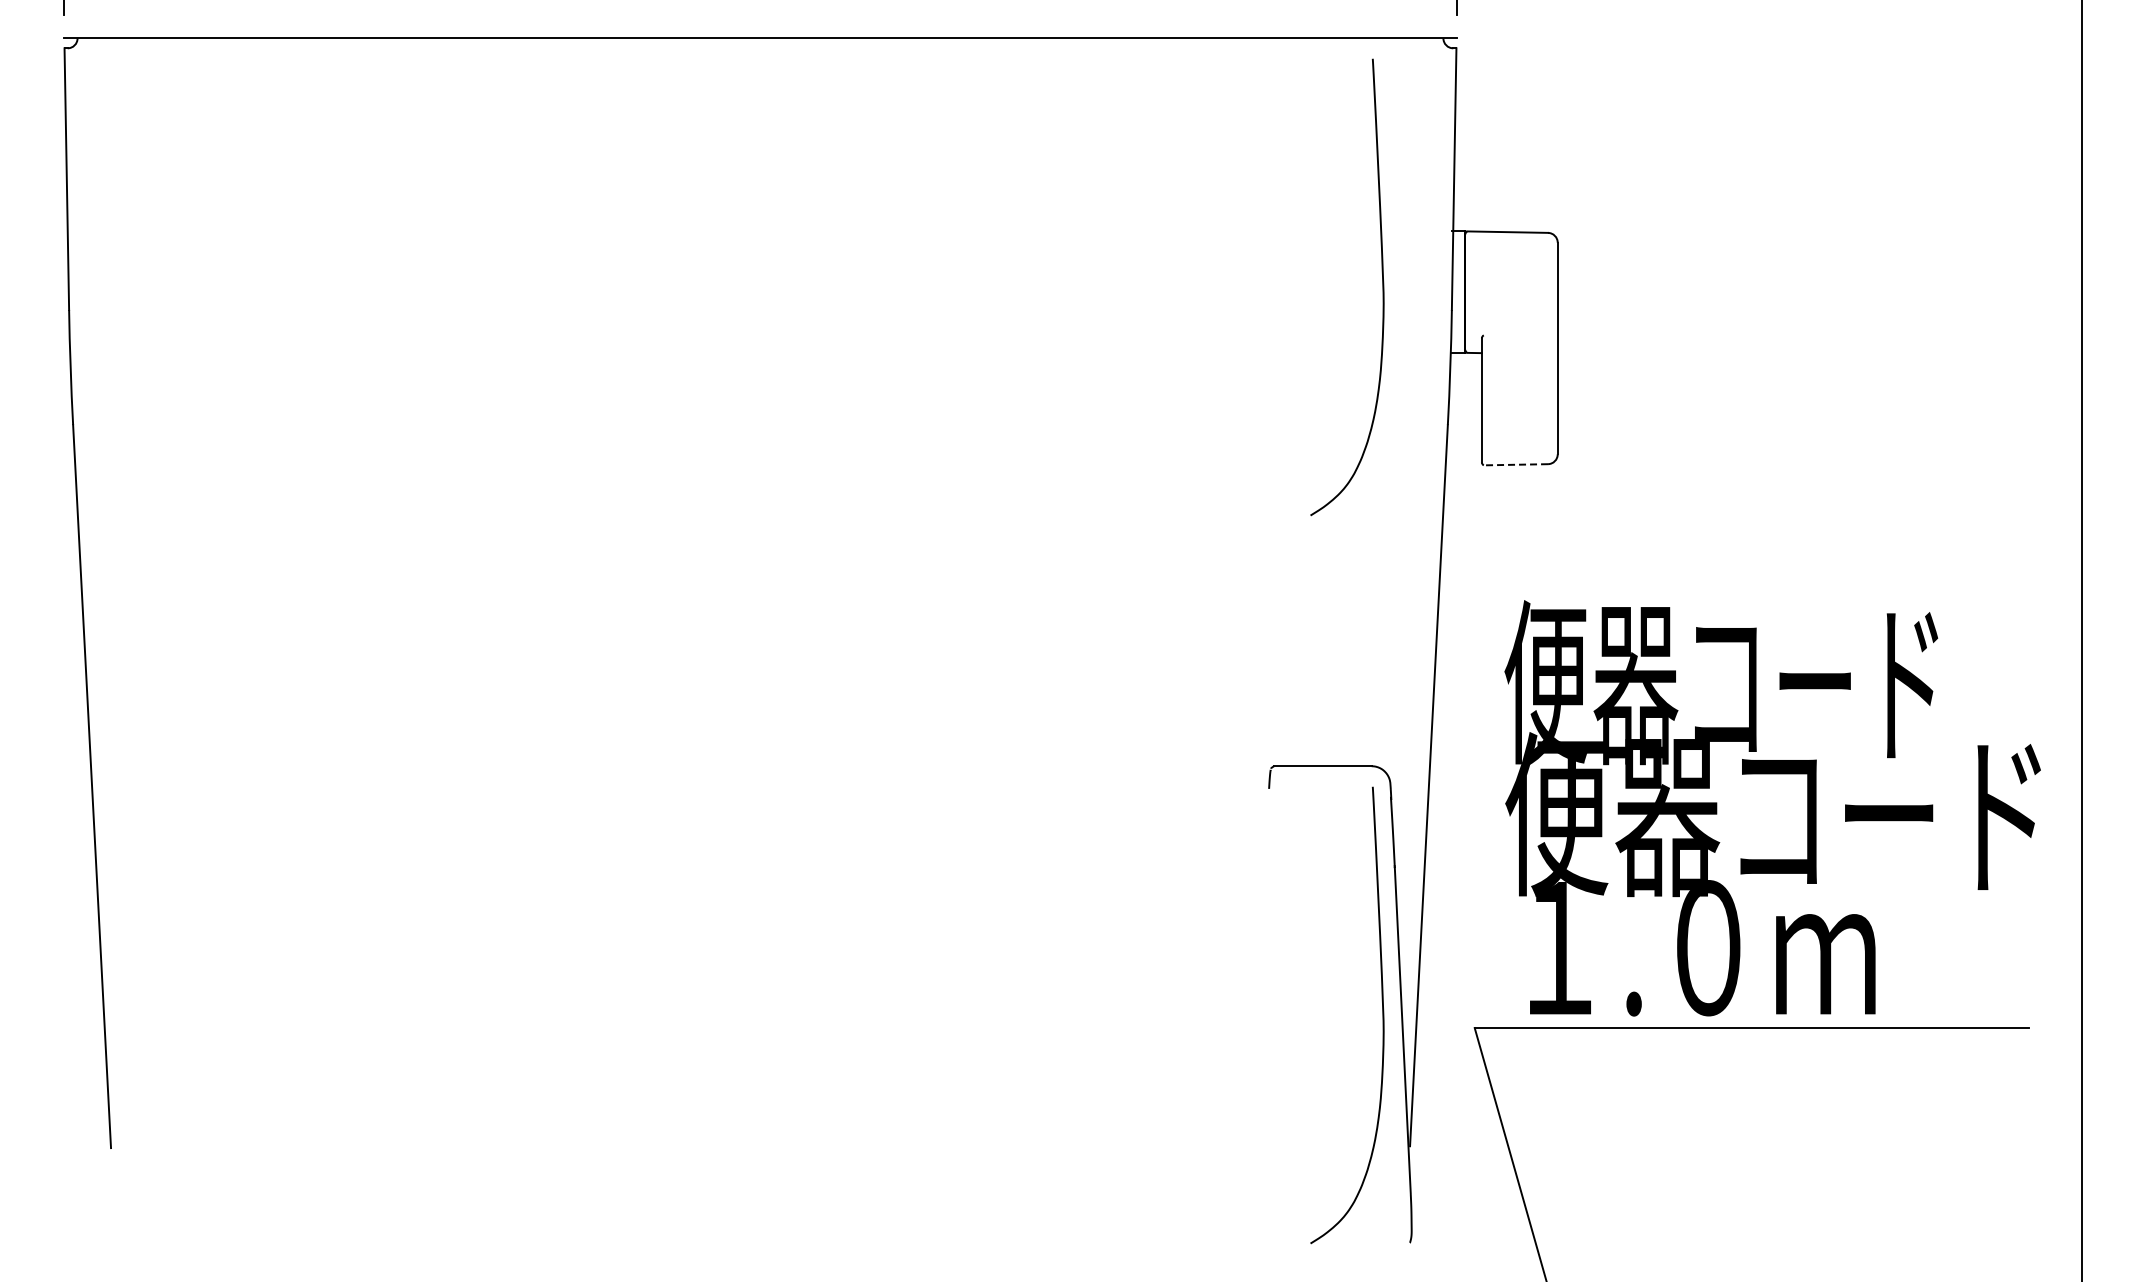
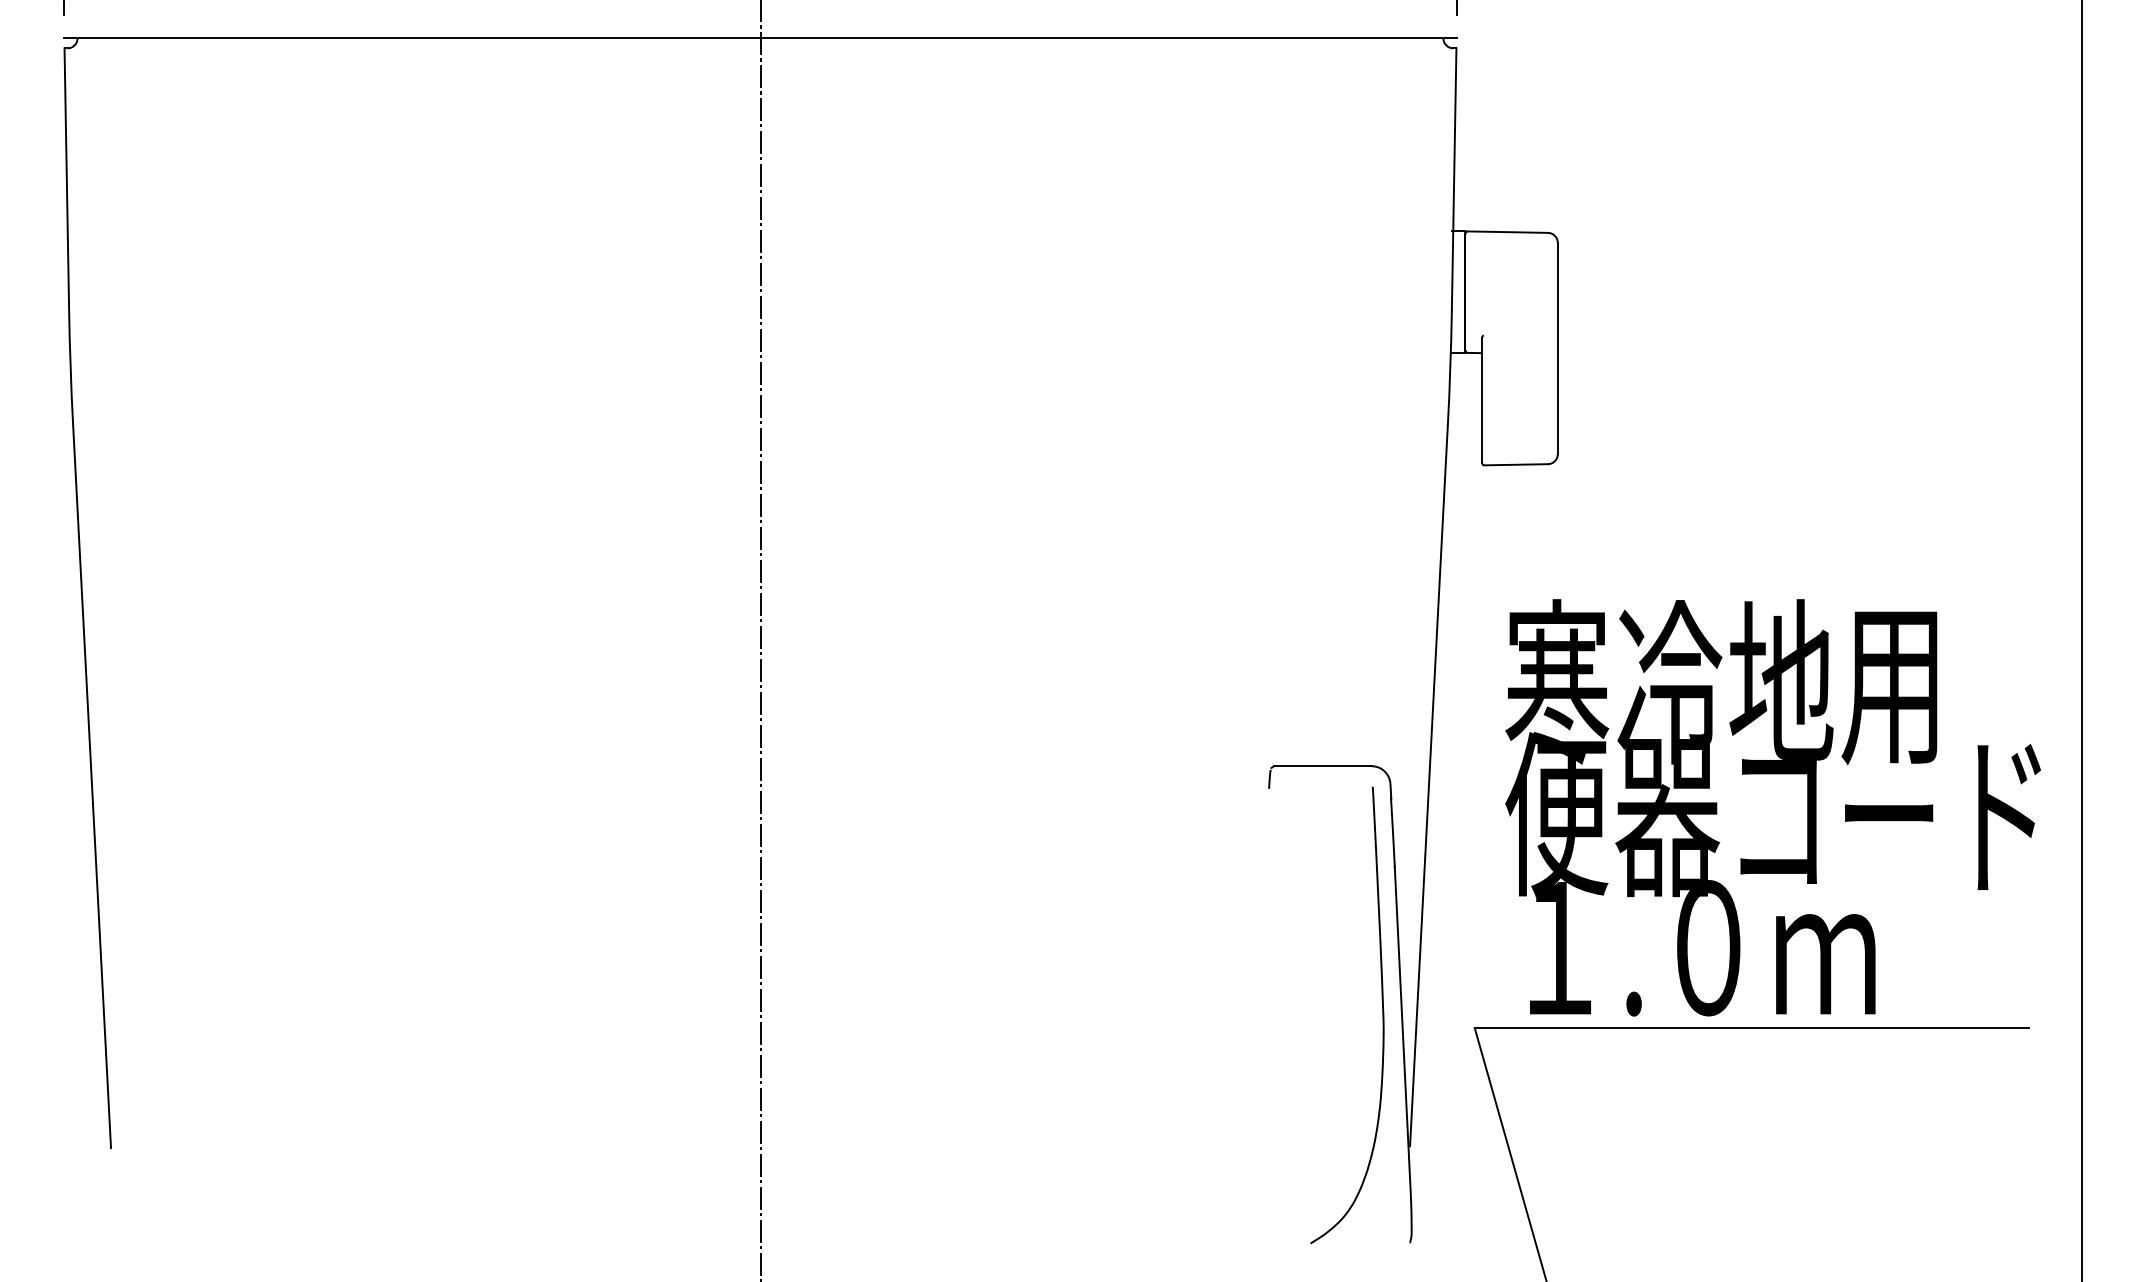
curve at (1382, 287): present -> none
line at (1515, 464): dashed -> solid
line at (760, 640): none -> present
text at (1721, 682): 便器コード -> 寒冷地用
